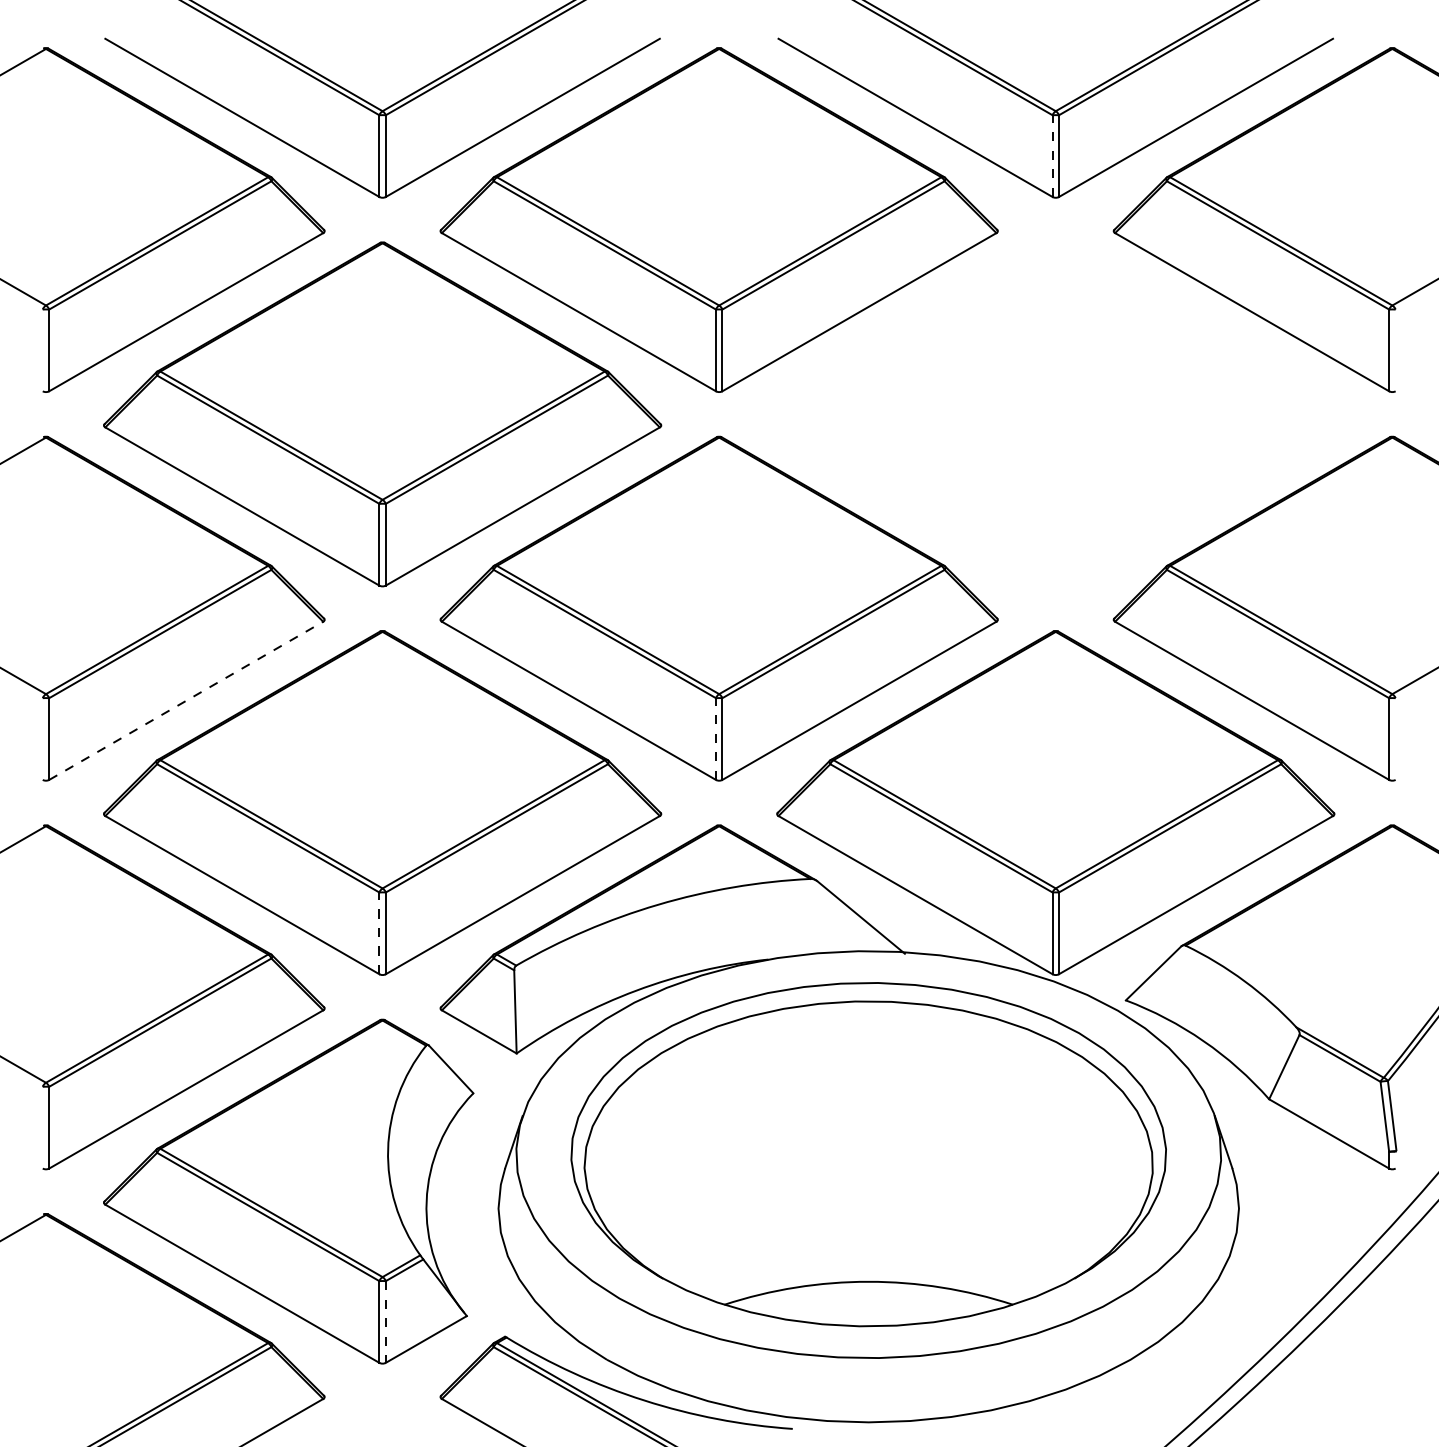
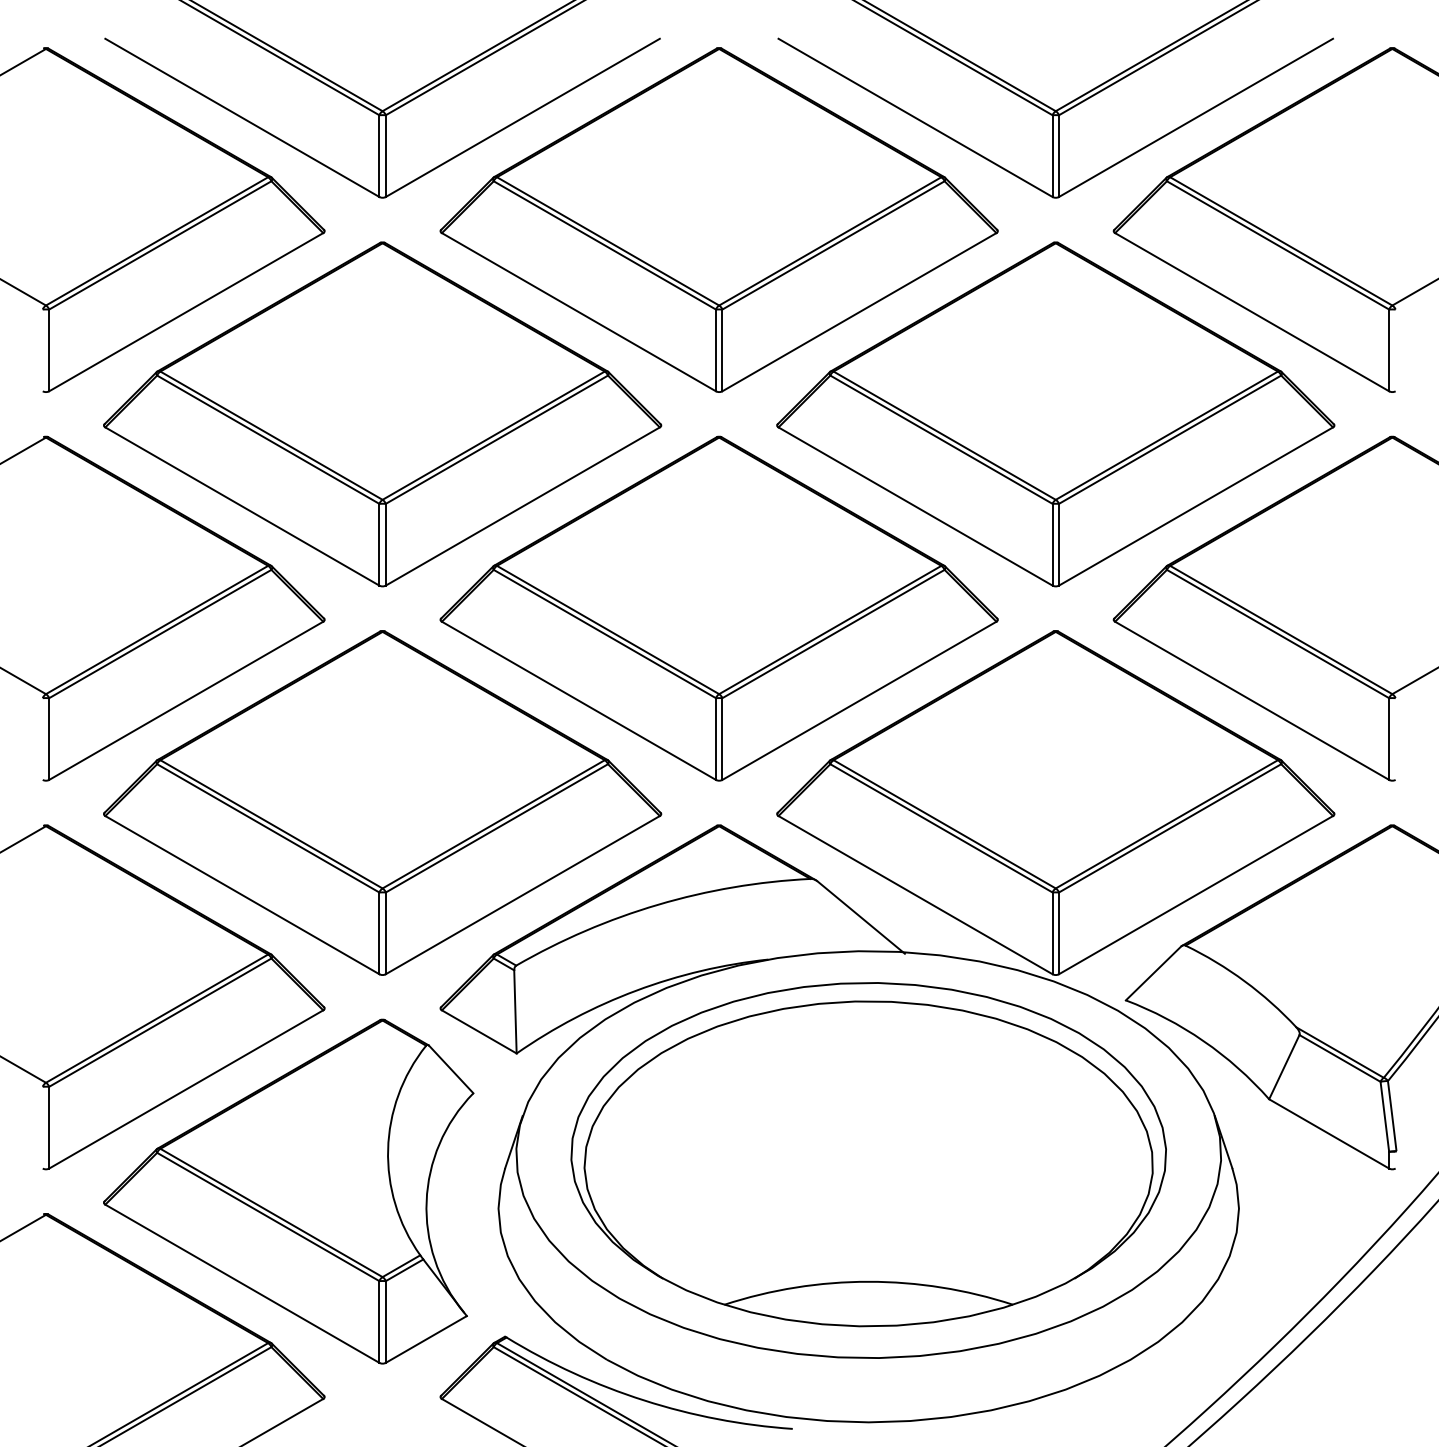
line at (1052, 156): dashed -> solid
part at (1055, 414): none -> present
line at (186, 700): dashed -> solid
line at (715, 739): dashed -> solid
line at (379, 933): dashed -> solid
line at (385, 1321): dashed -> solid
